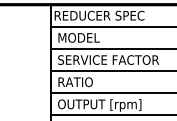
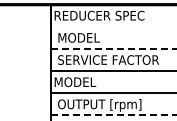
line at (112, 26): present -> none
line at (113, 48): solid -> dashed
text at (75, 82): RATIO -> MODEL
line at (113, 115): solid -> dashed
